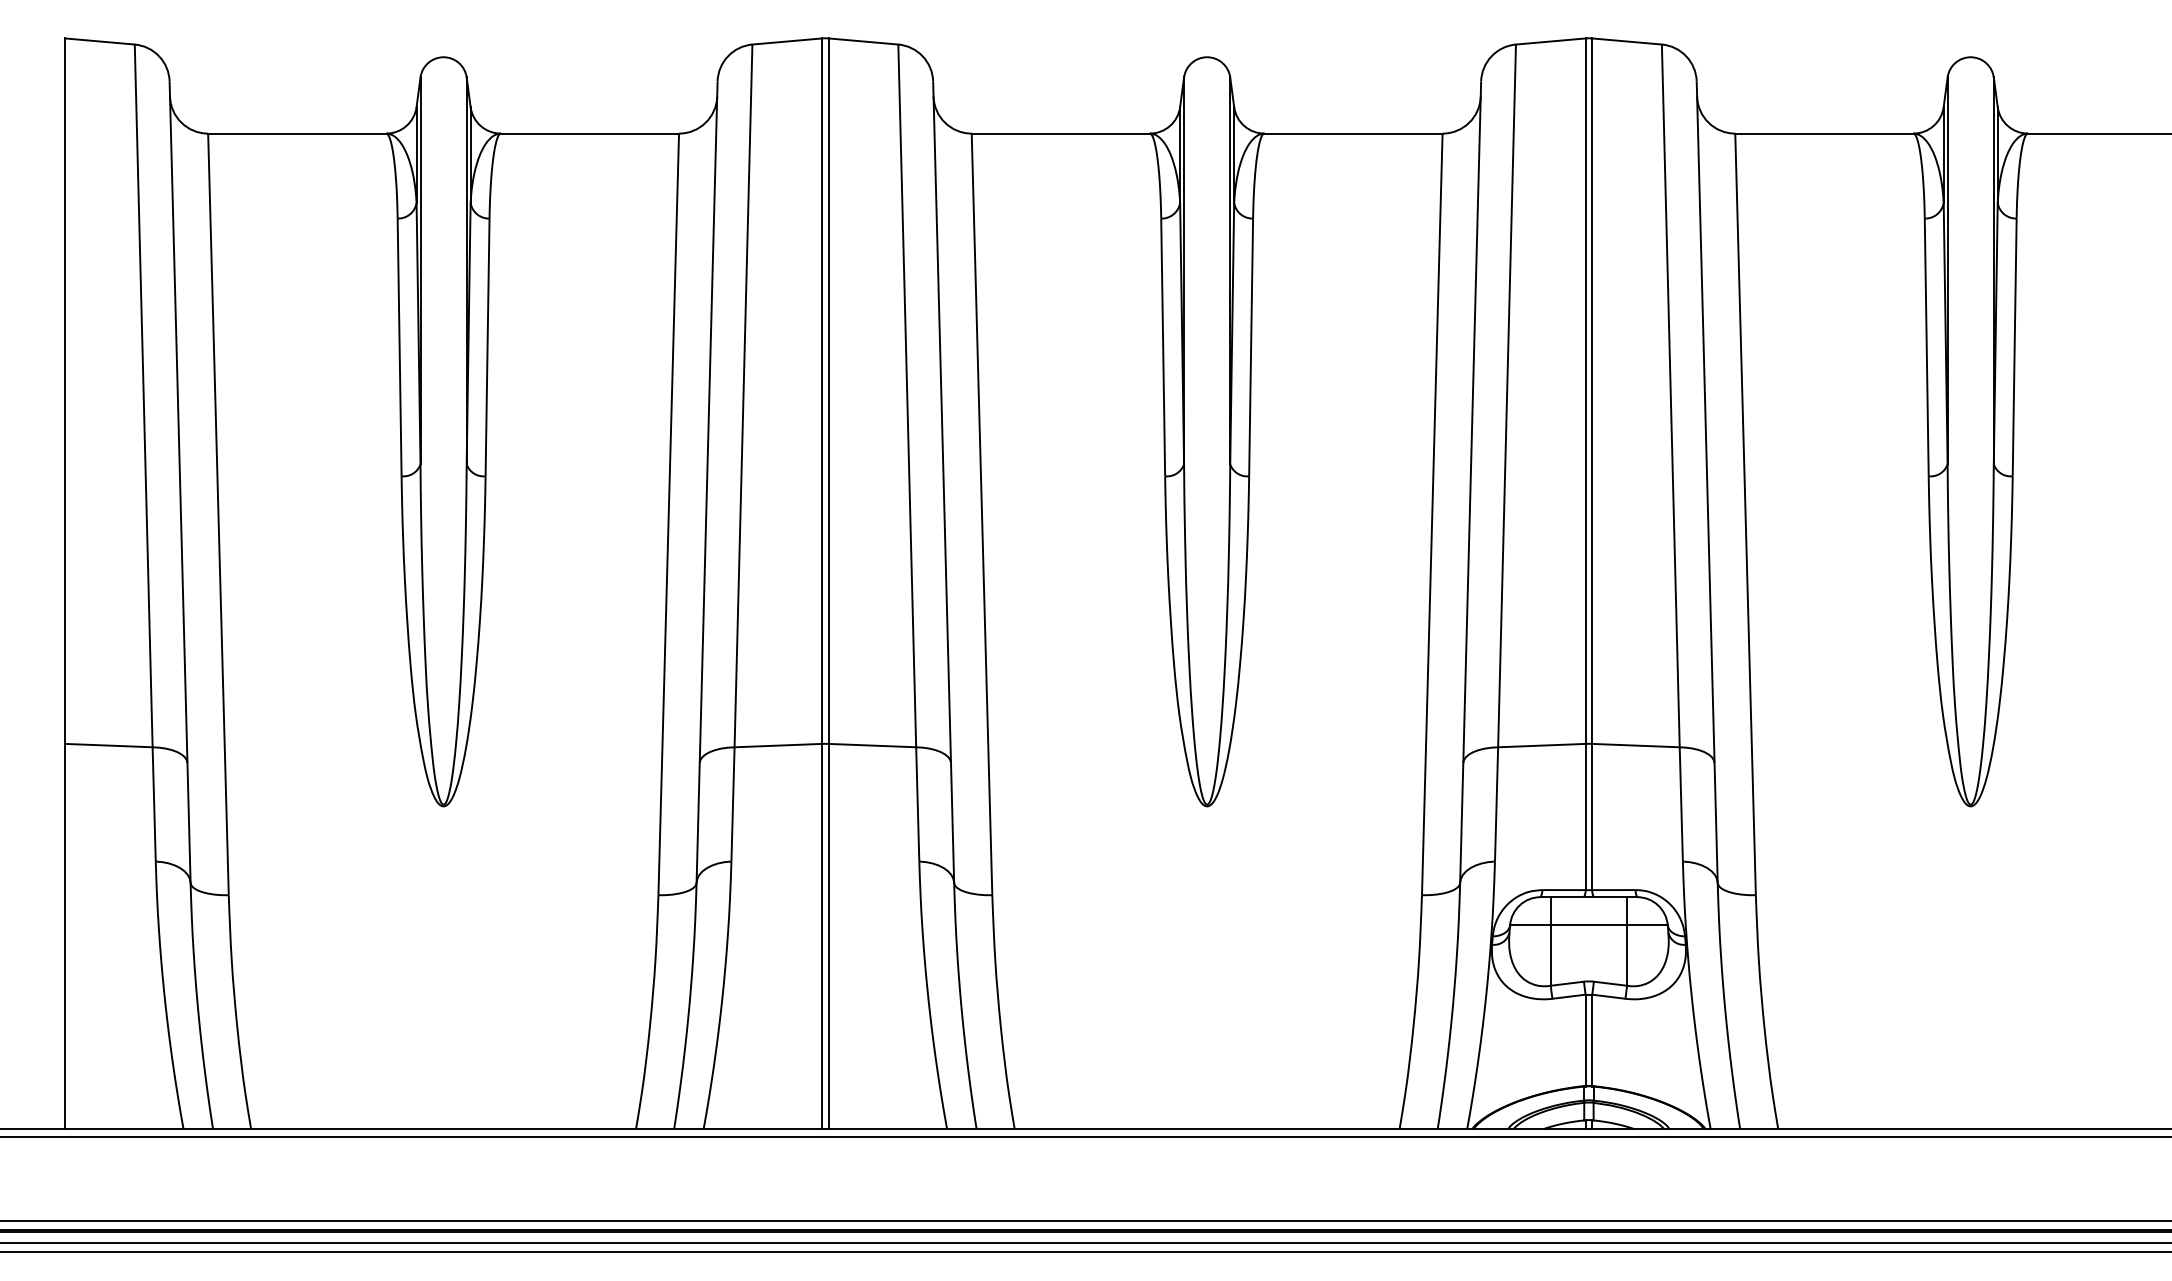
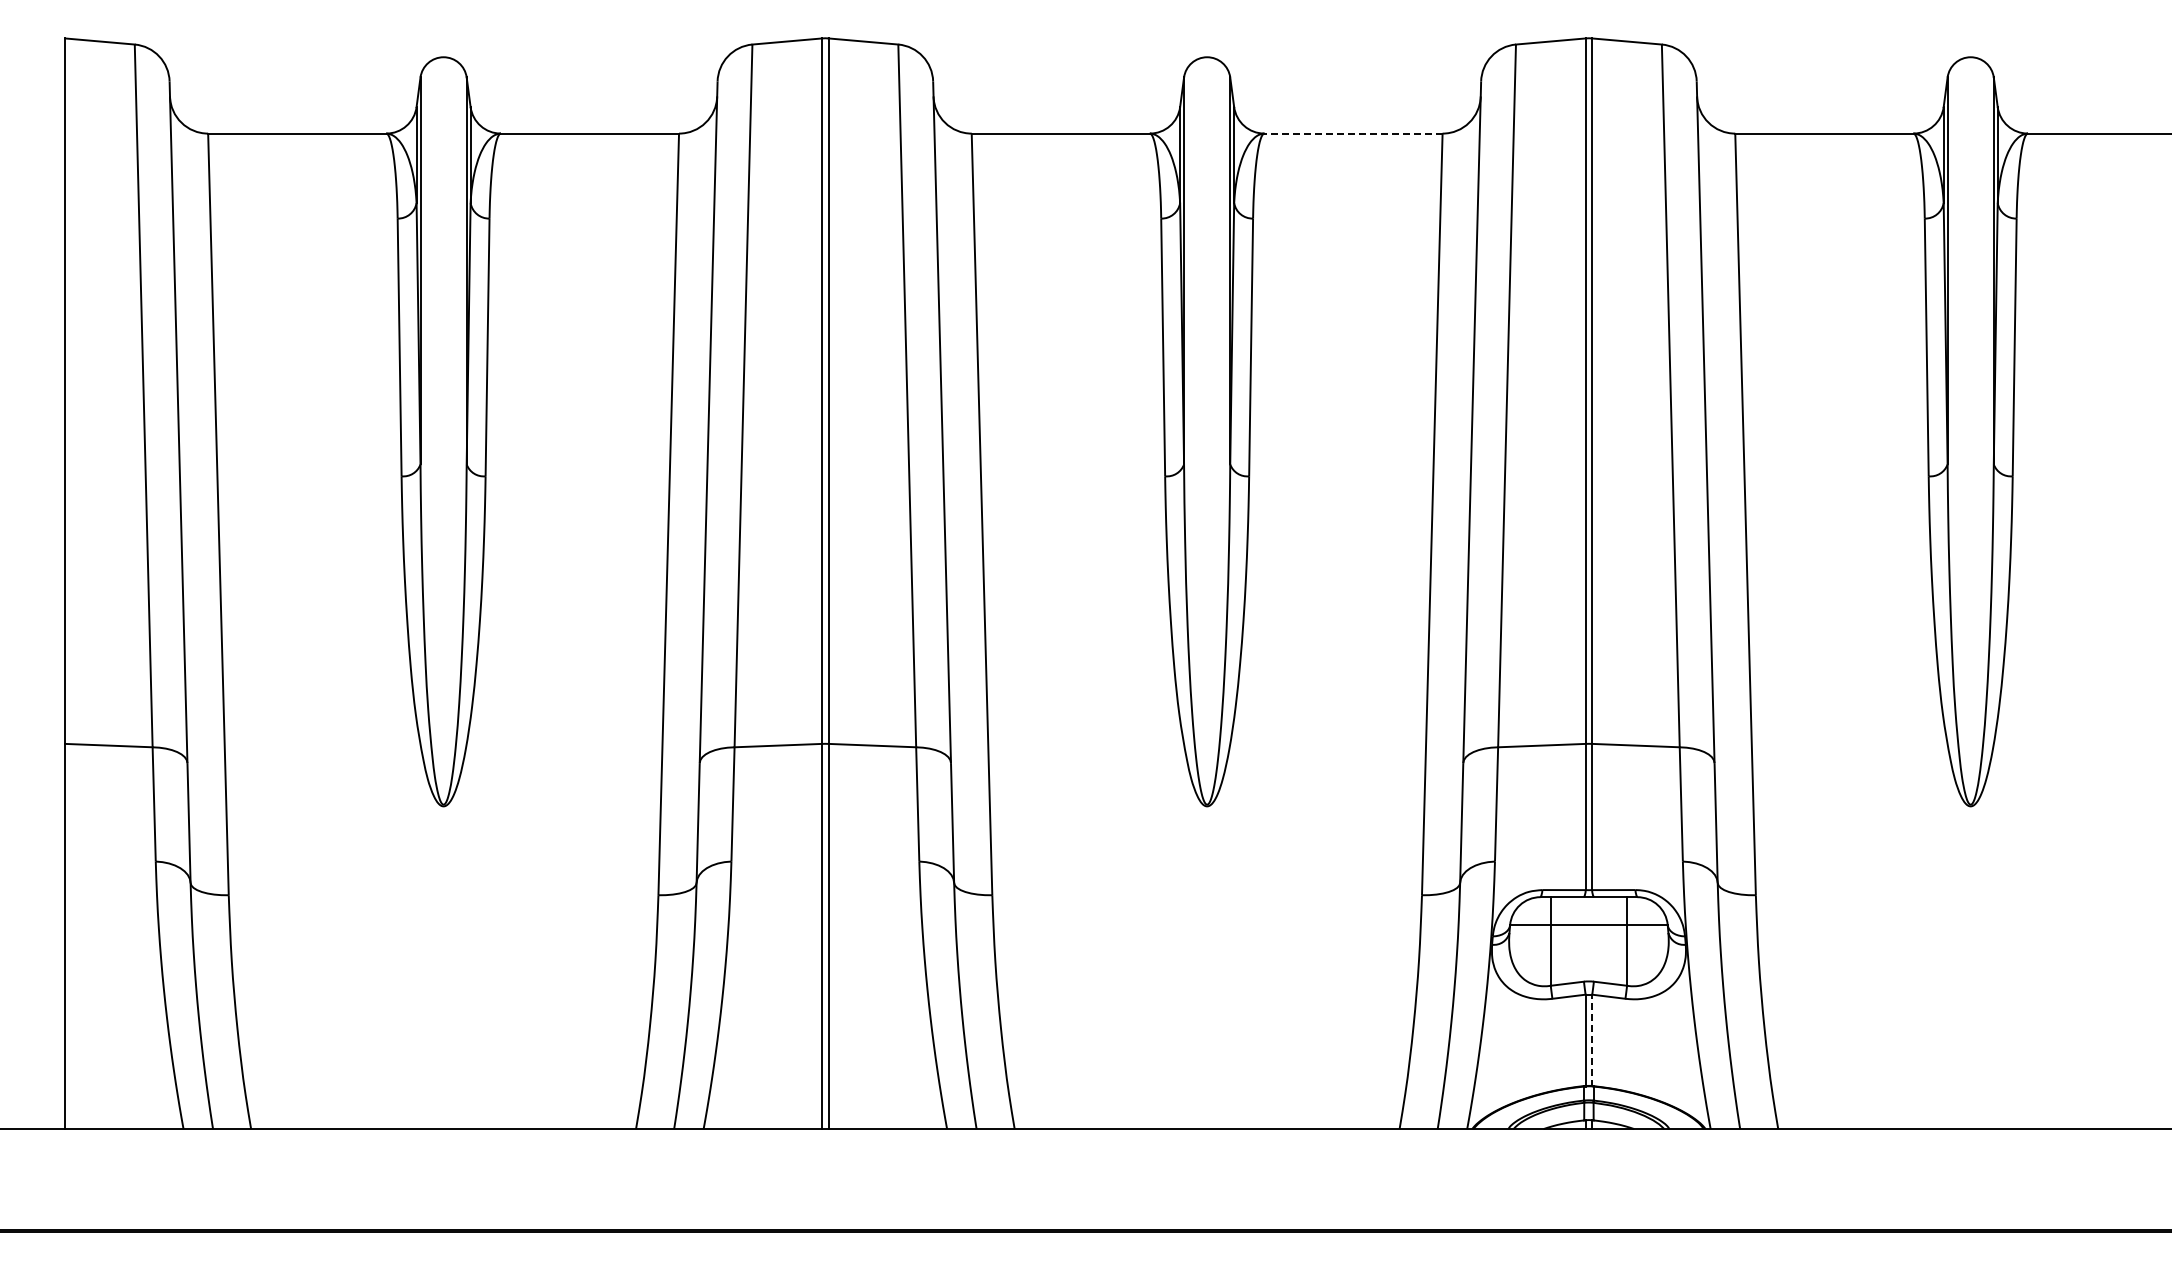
line at (1353, 133): solid -> dashed
line at (1592, 1040): solid -> dashed
line at (1085, 1136): present -> none
line at (1085, 1220): present -> none
line at (1085, 1242): present -> none
line at (1085, 1252): present -> none
